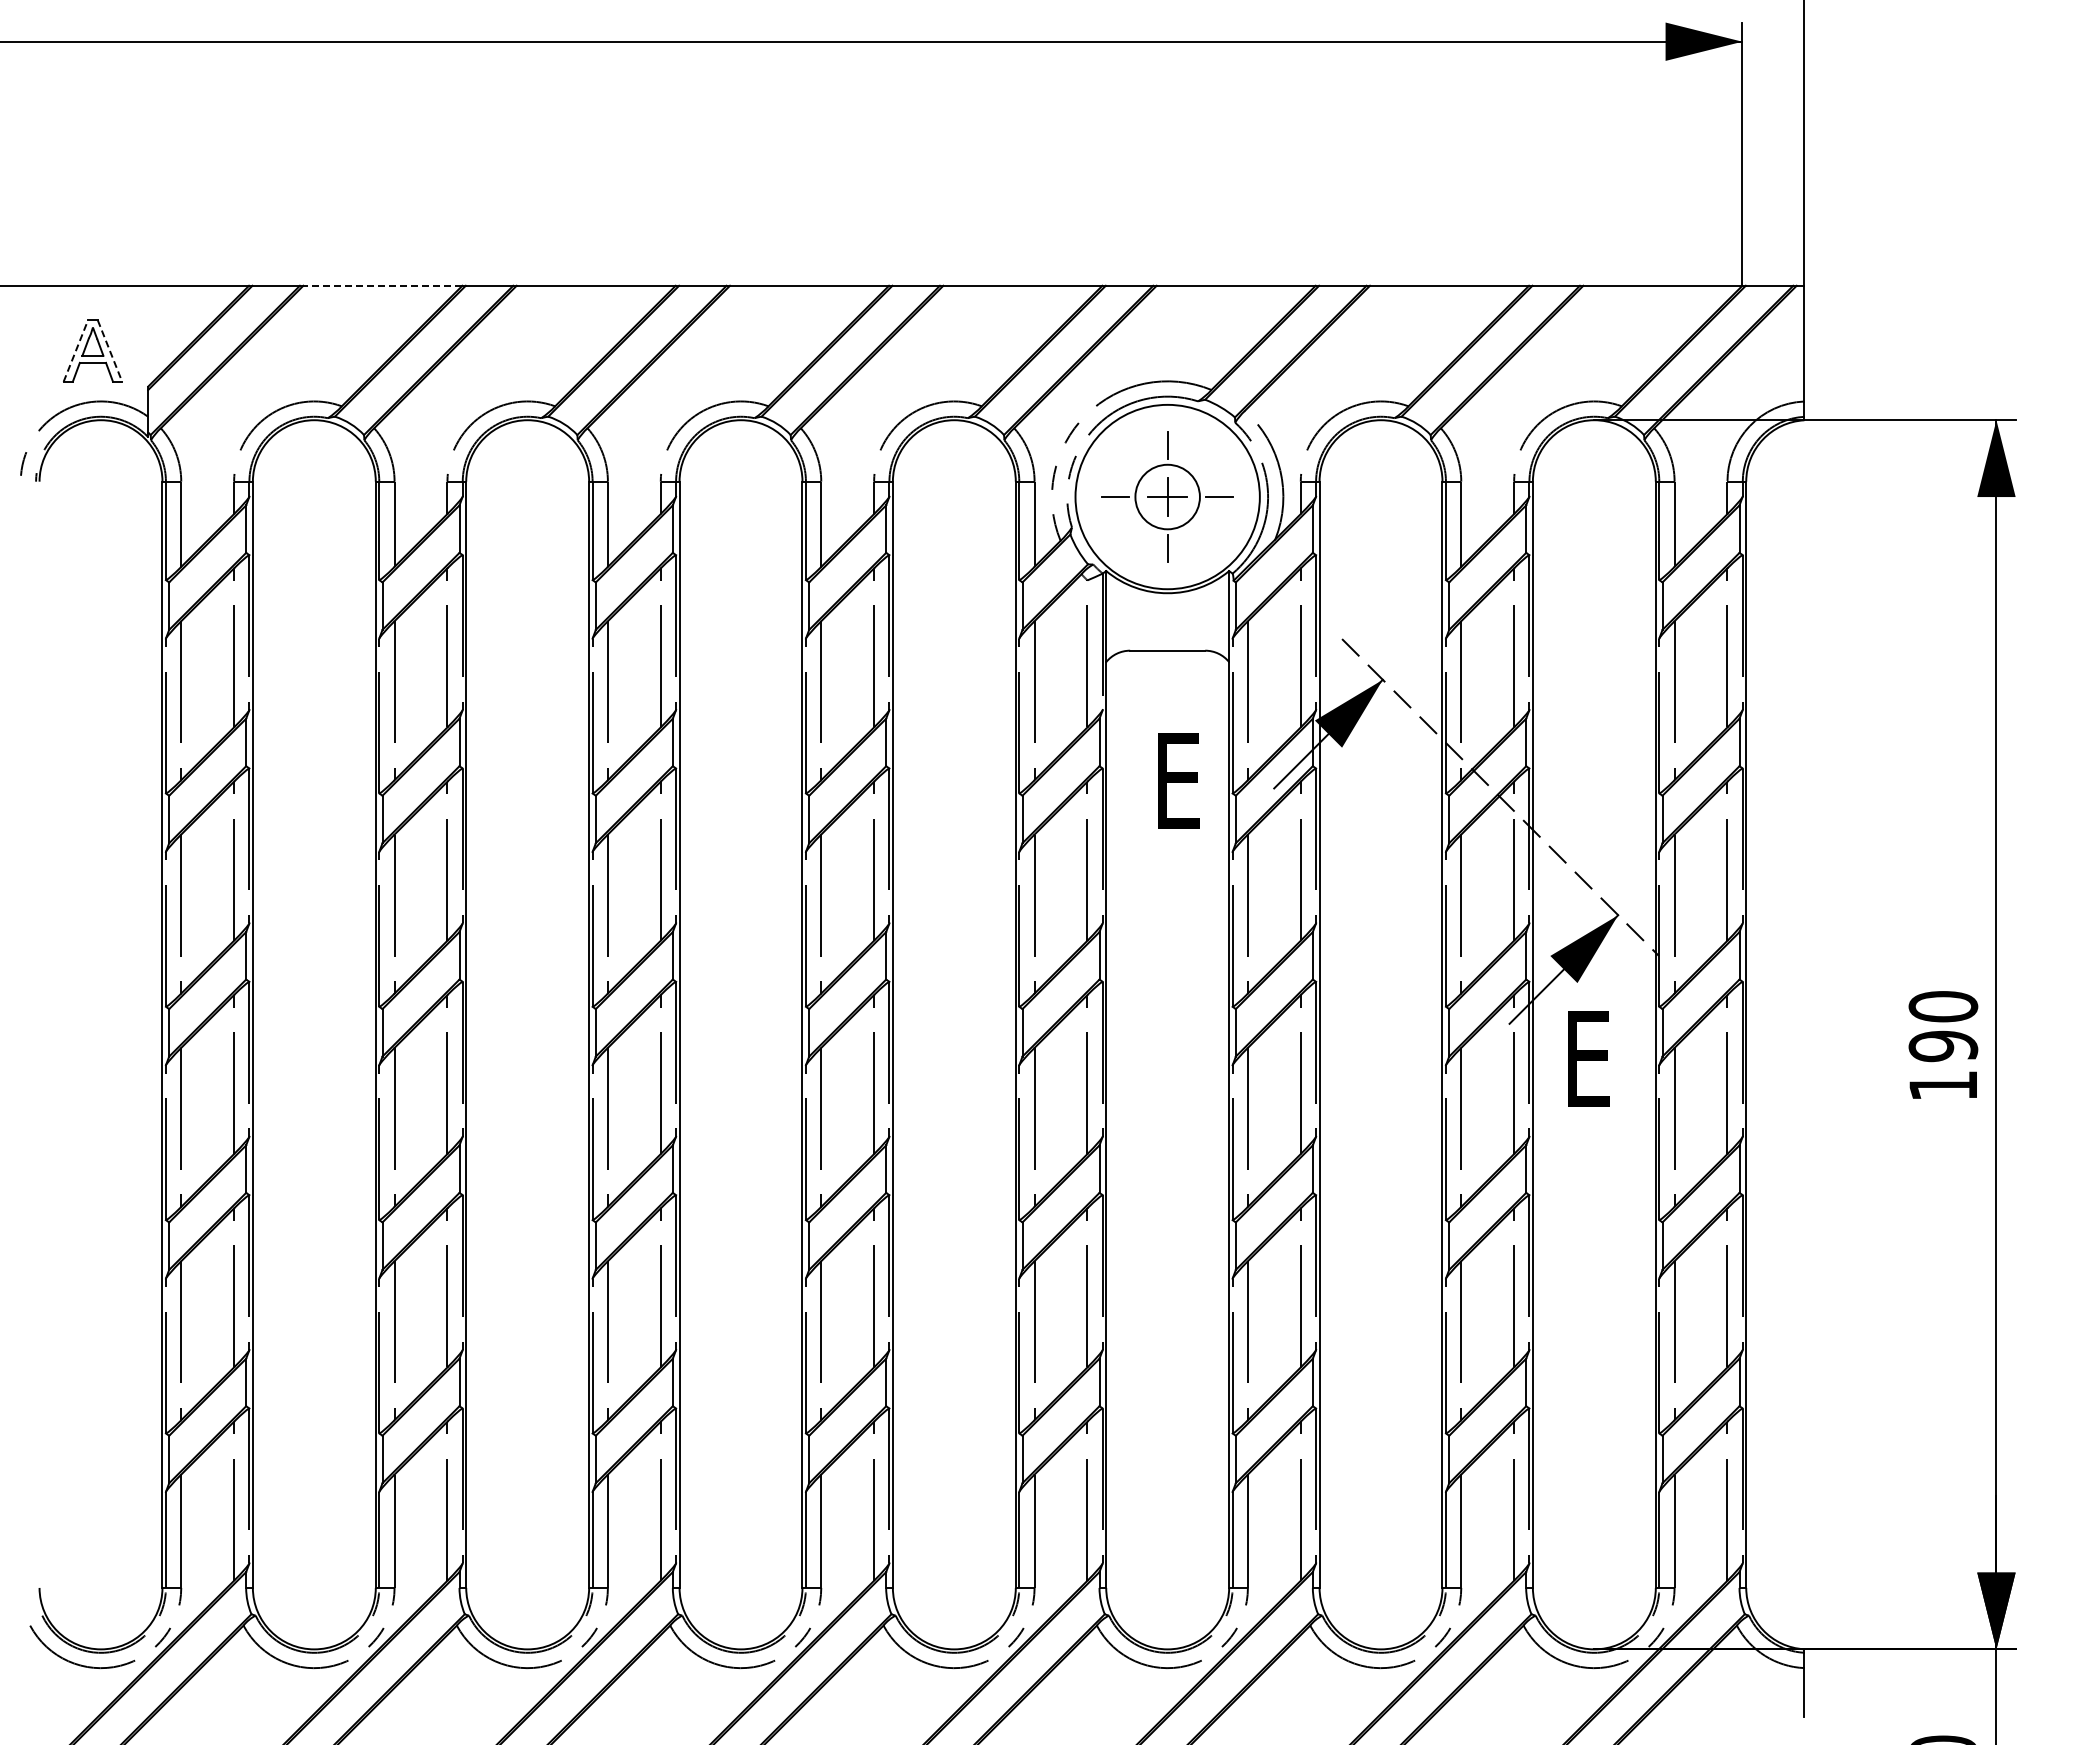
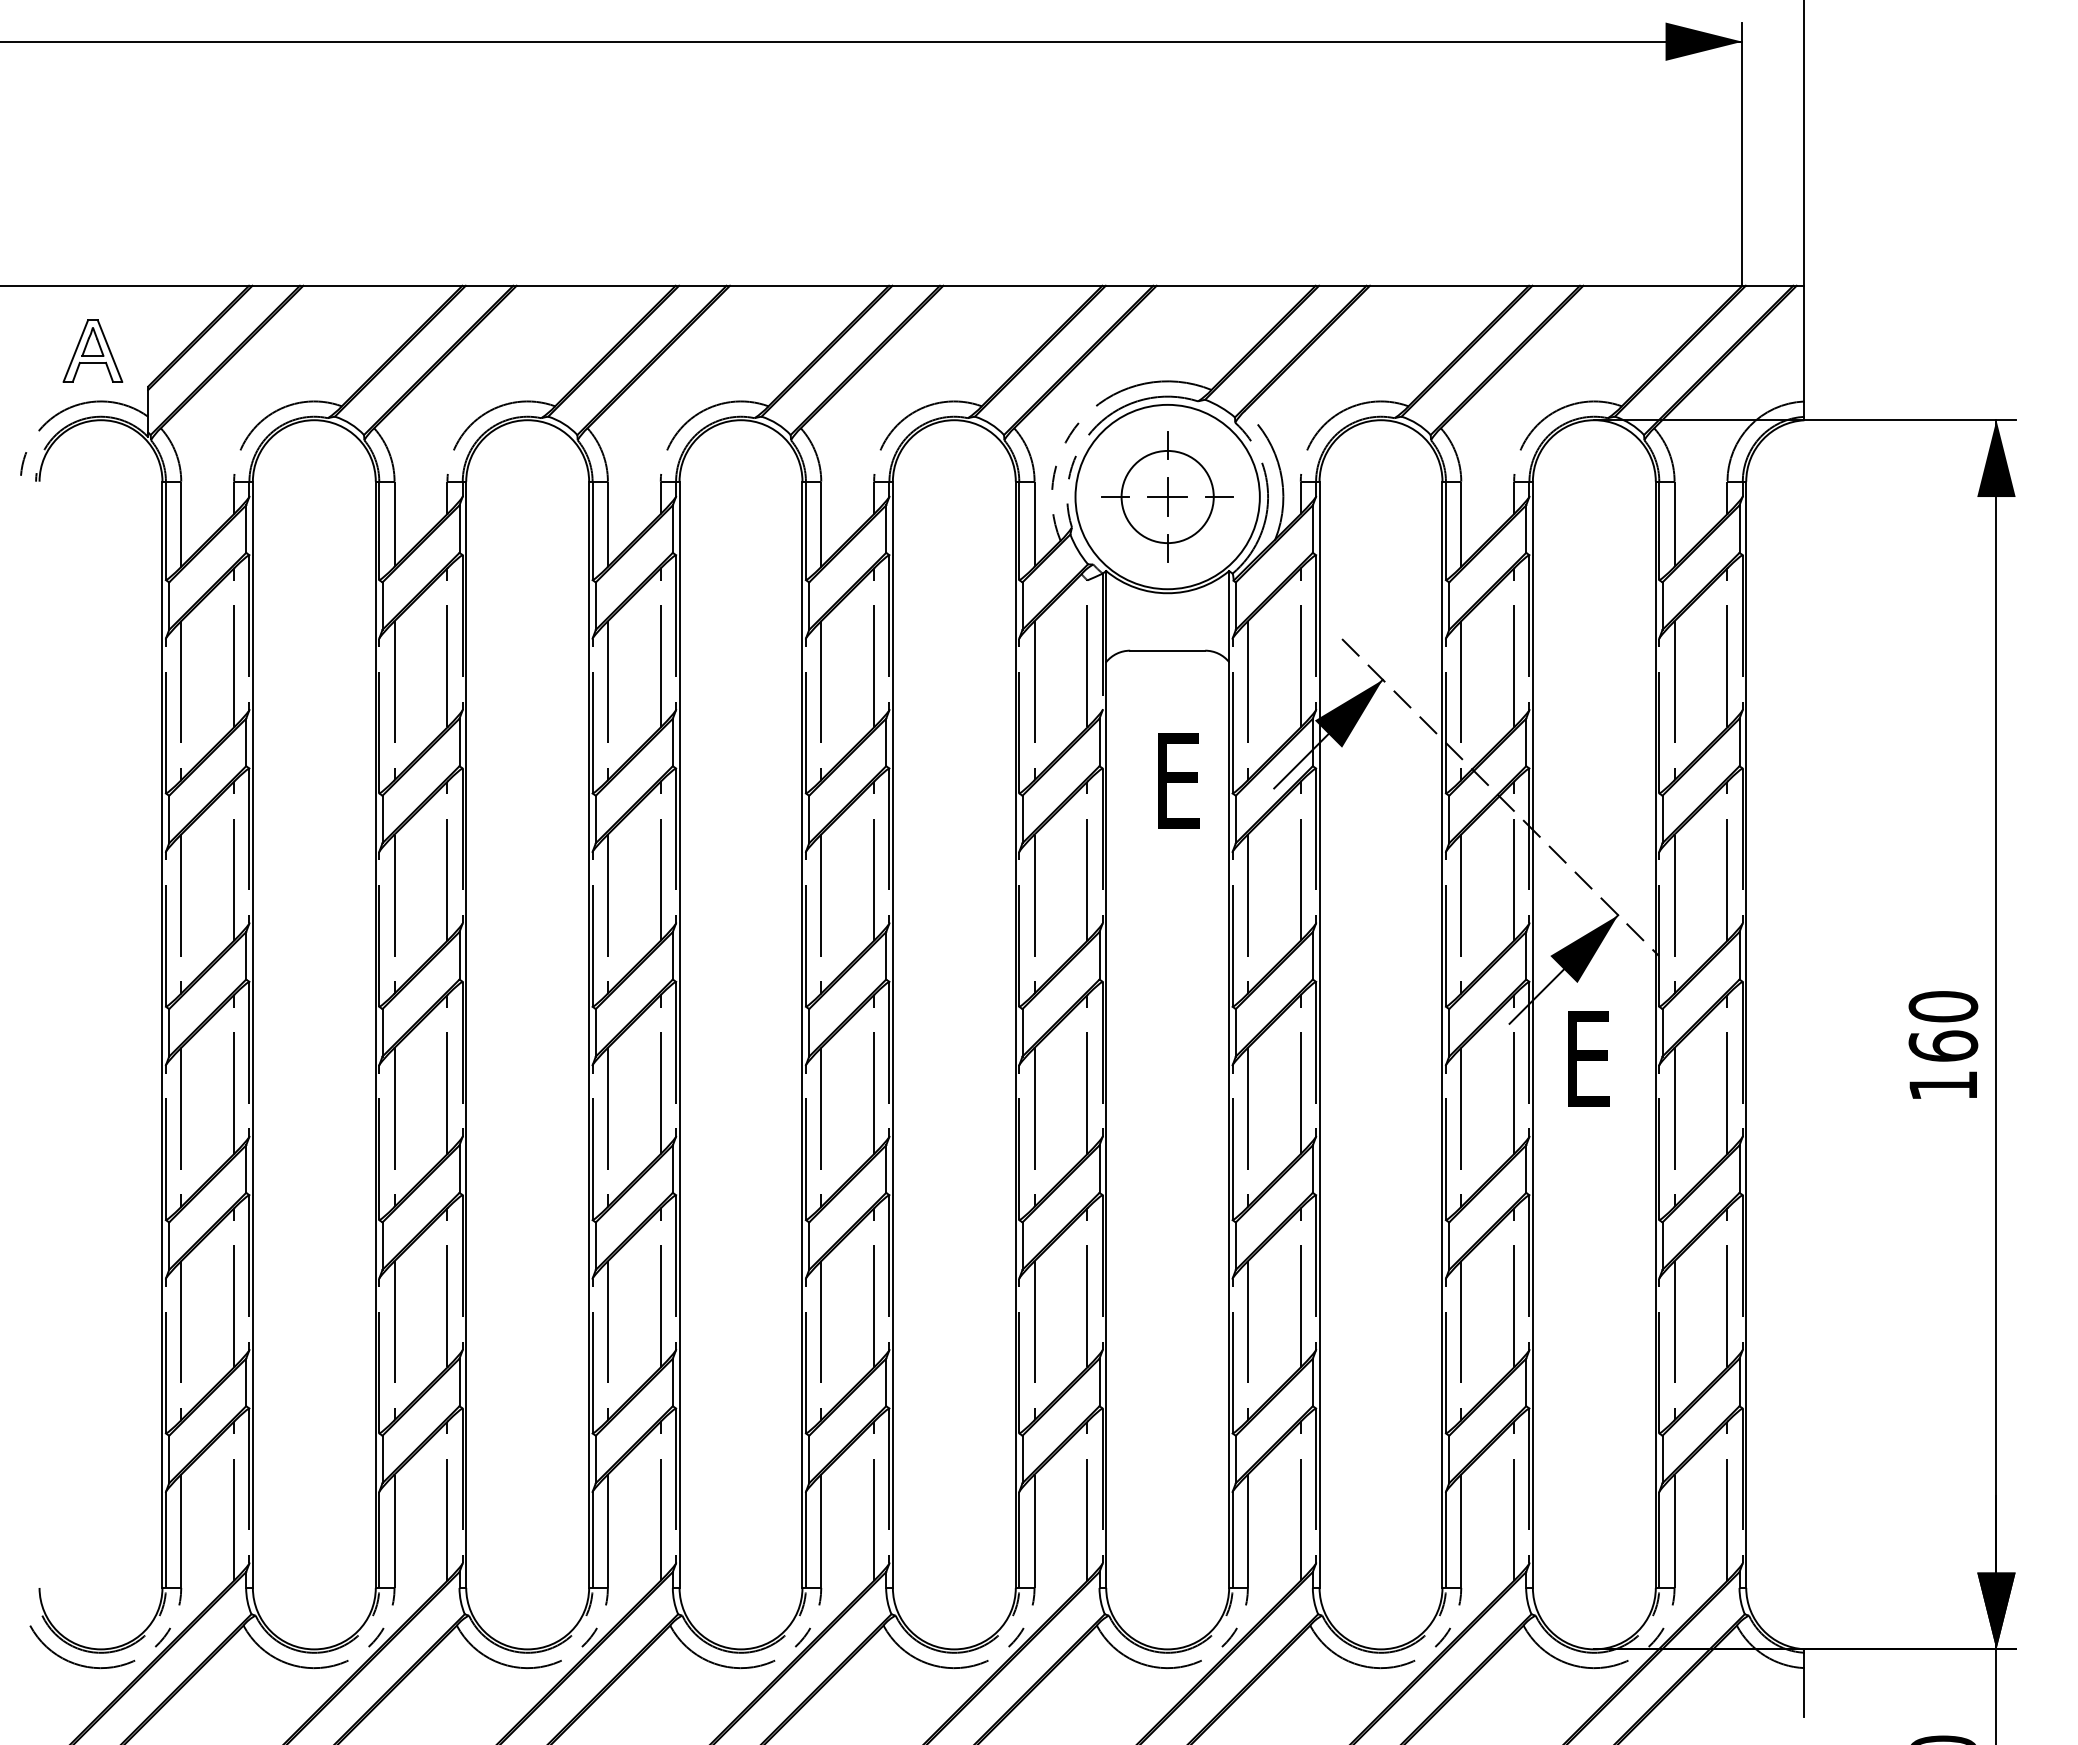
line at (382, 285): dashed -> solid
line at (76, 350): dashed -> solid
line at (110, 351): dashed -> solid
circle at (1167, 496) diameter: 65 px -> 92 px
text at (1943, 1046): 190 -> 160
